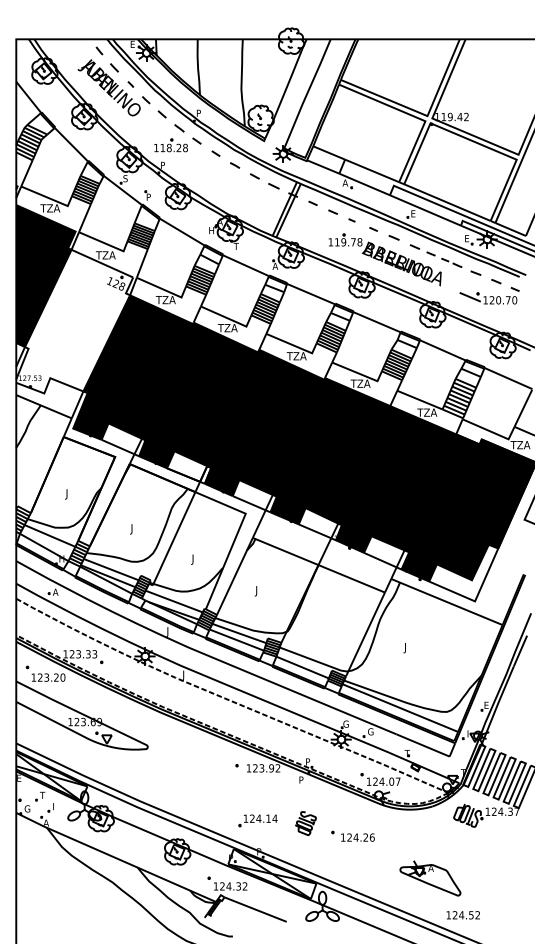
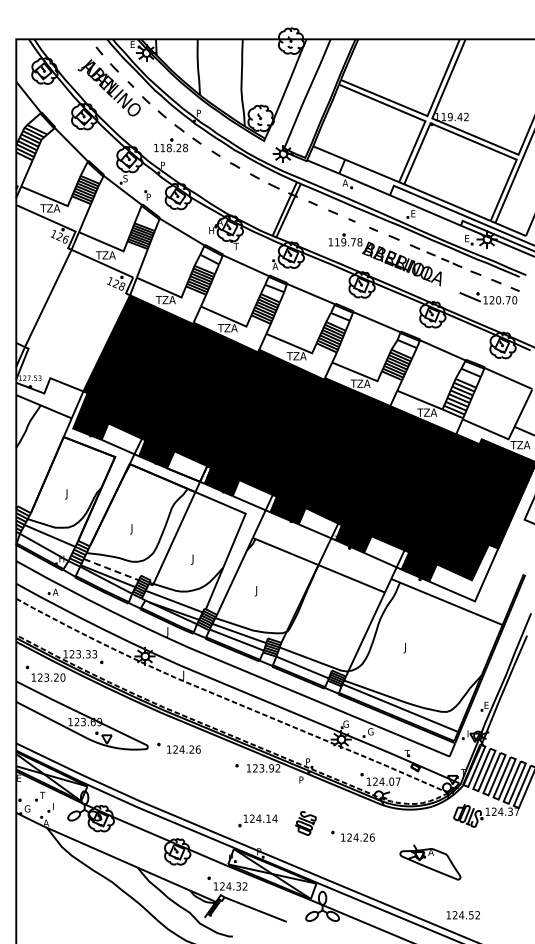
fill at (45, 276): present -> none
line at (111, 569): solid -> dashed
part at (178, 747): none -> present
part at (430, 878) position: (430, 878) -> (430, 862)
